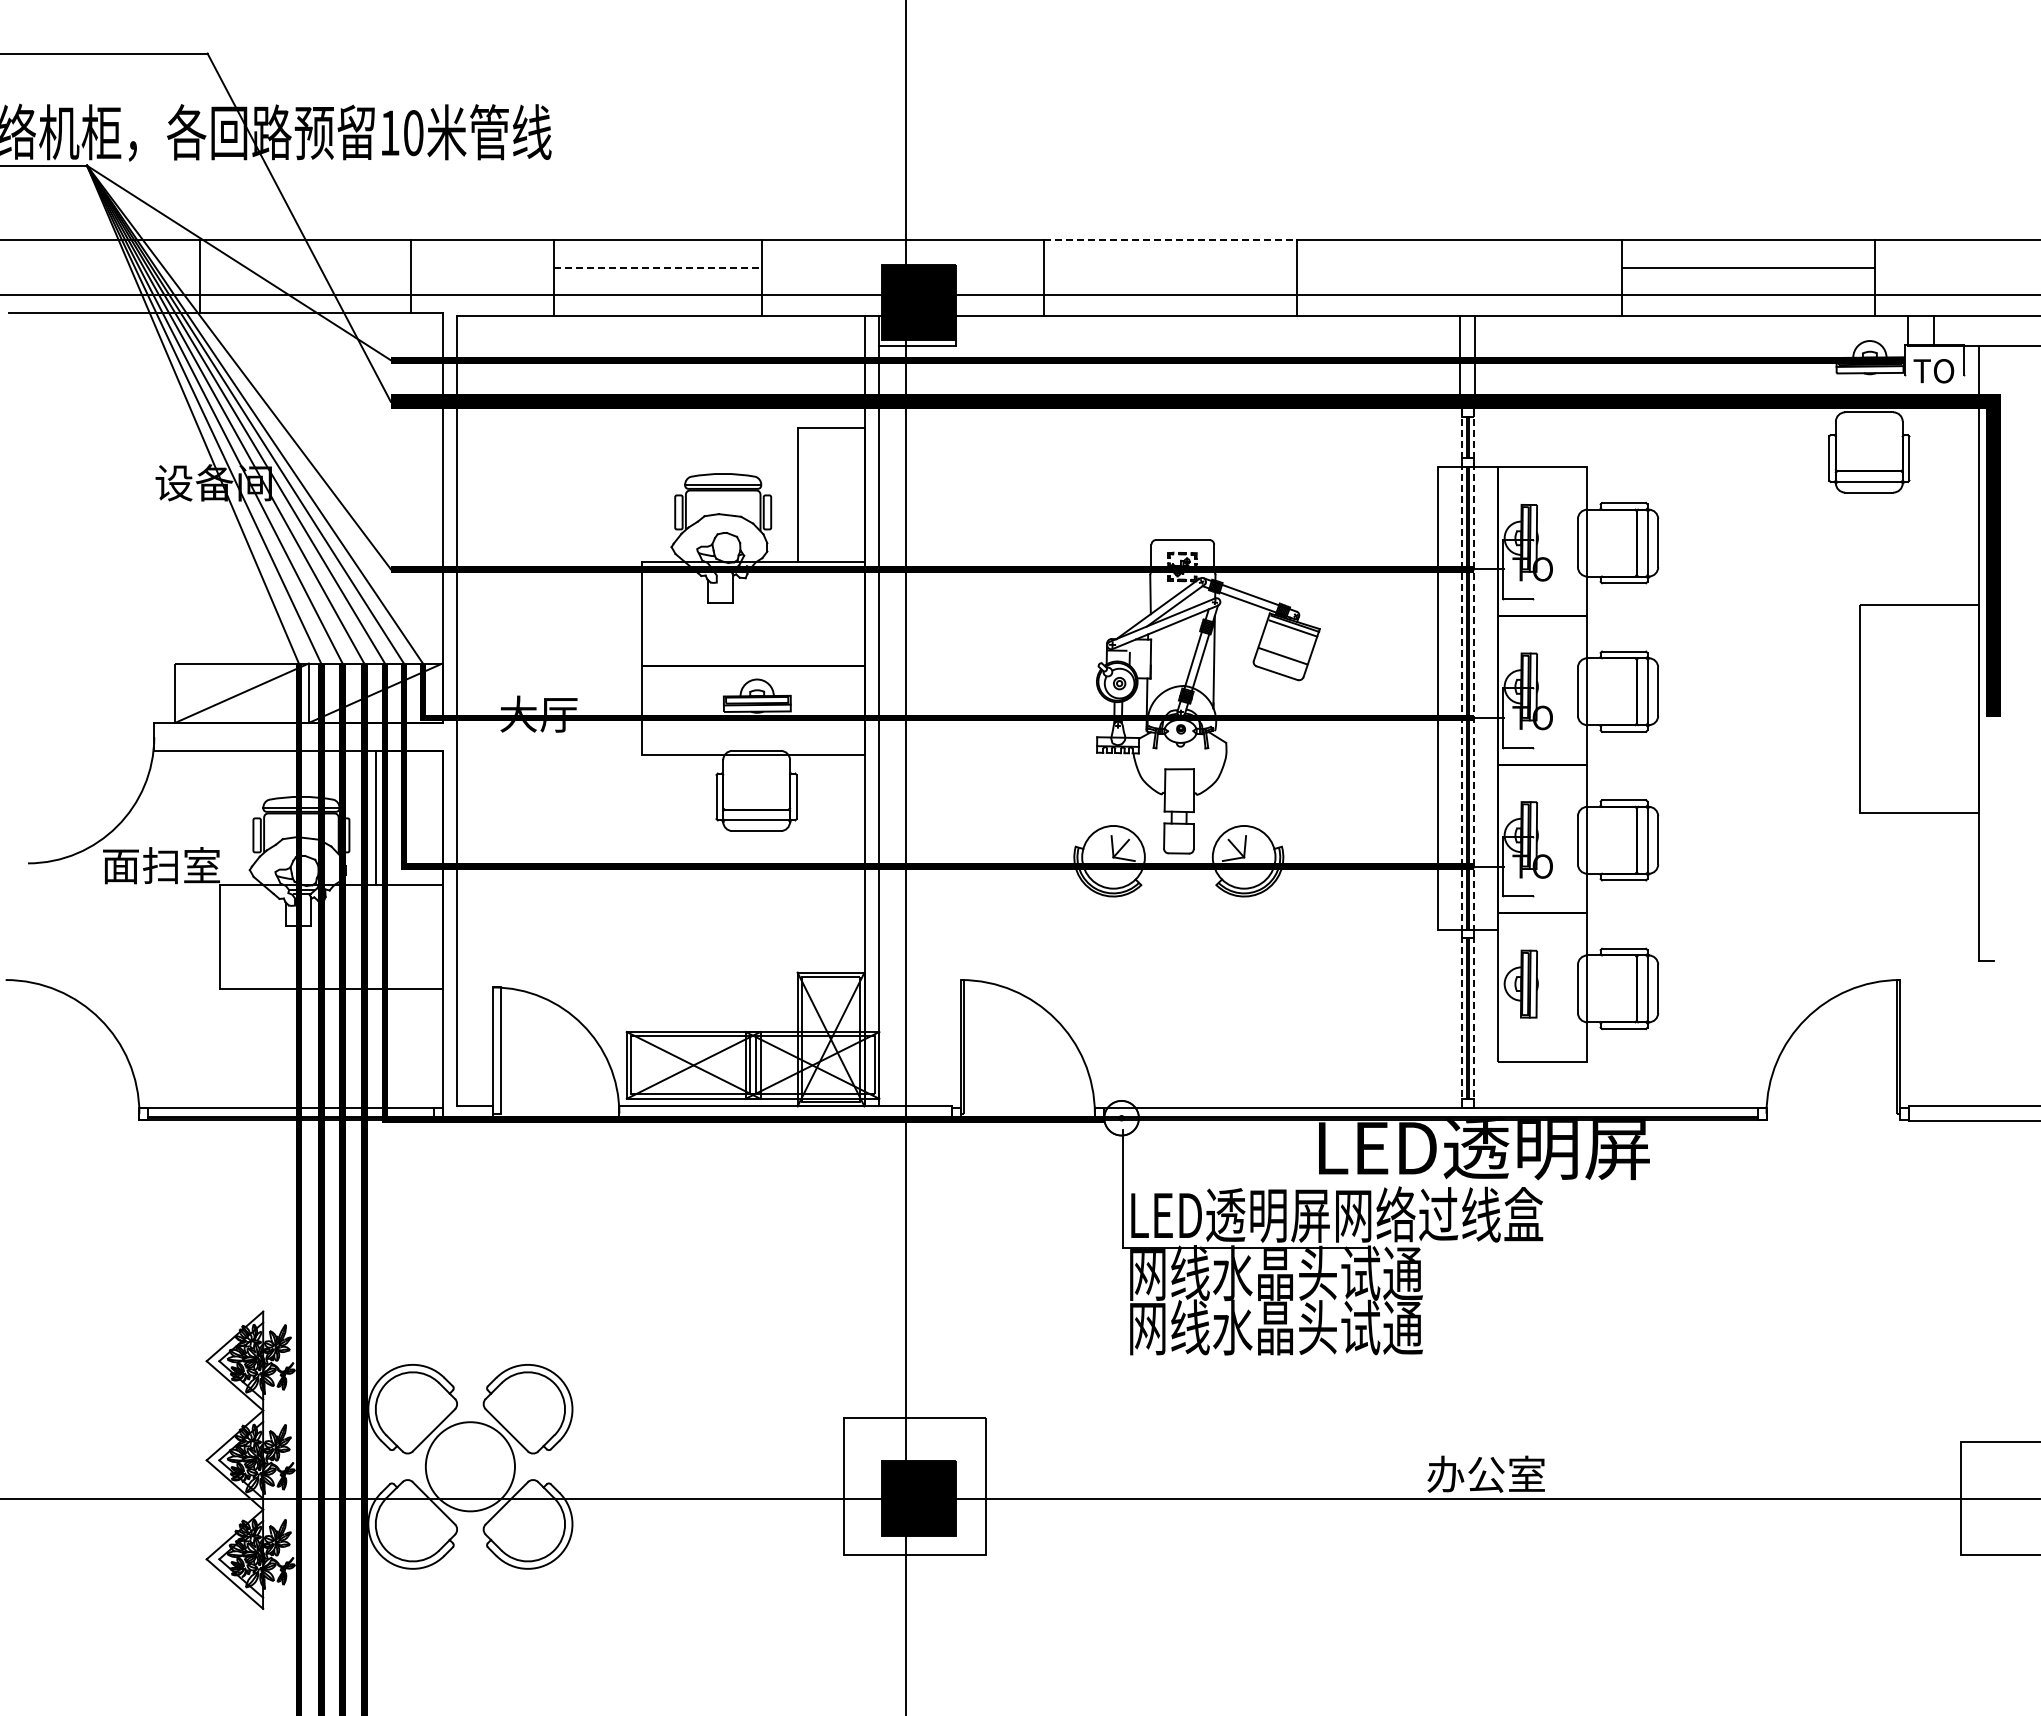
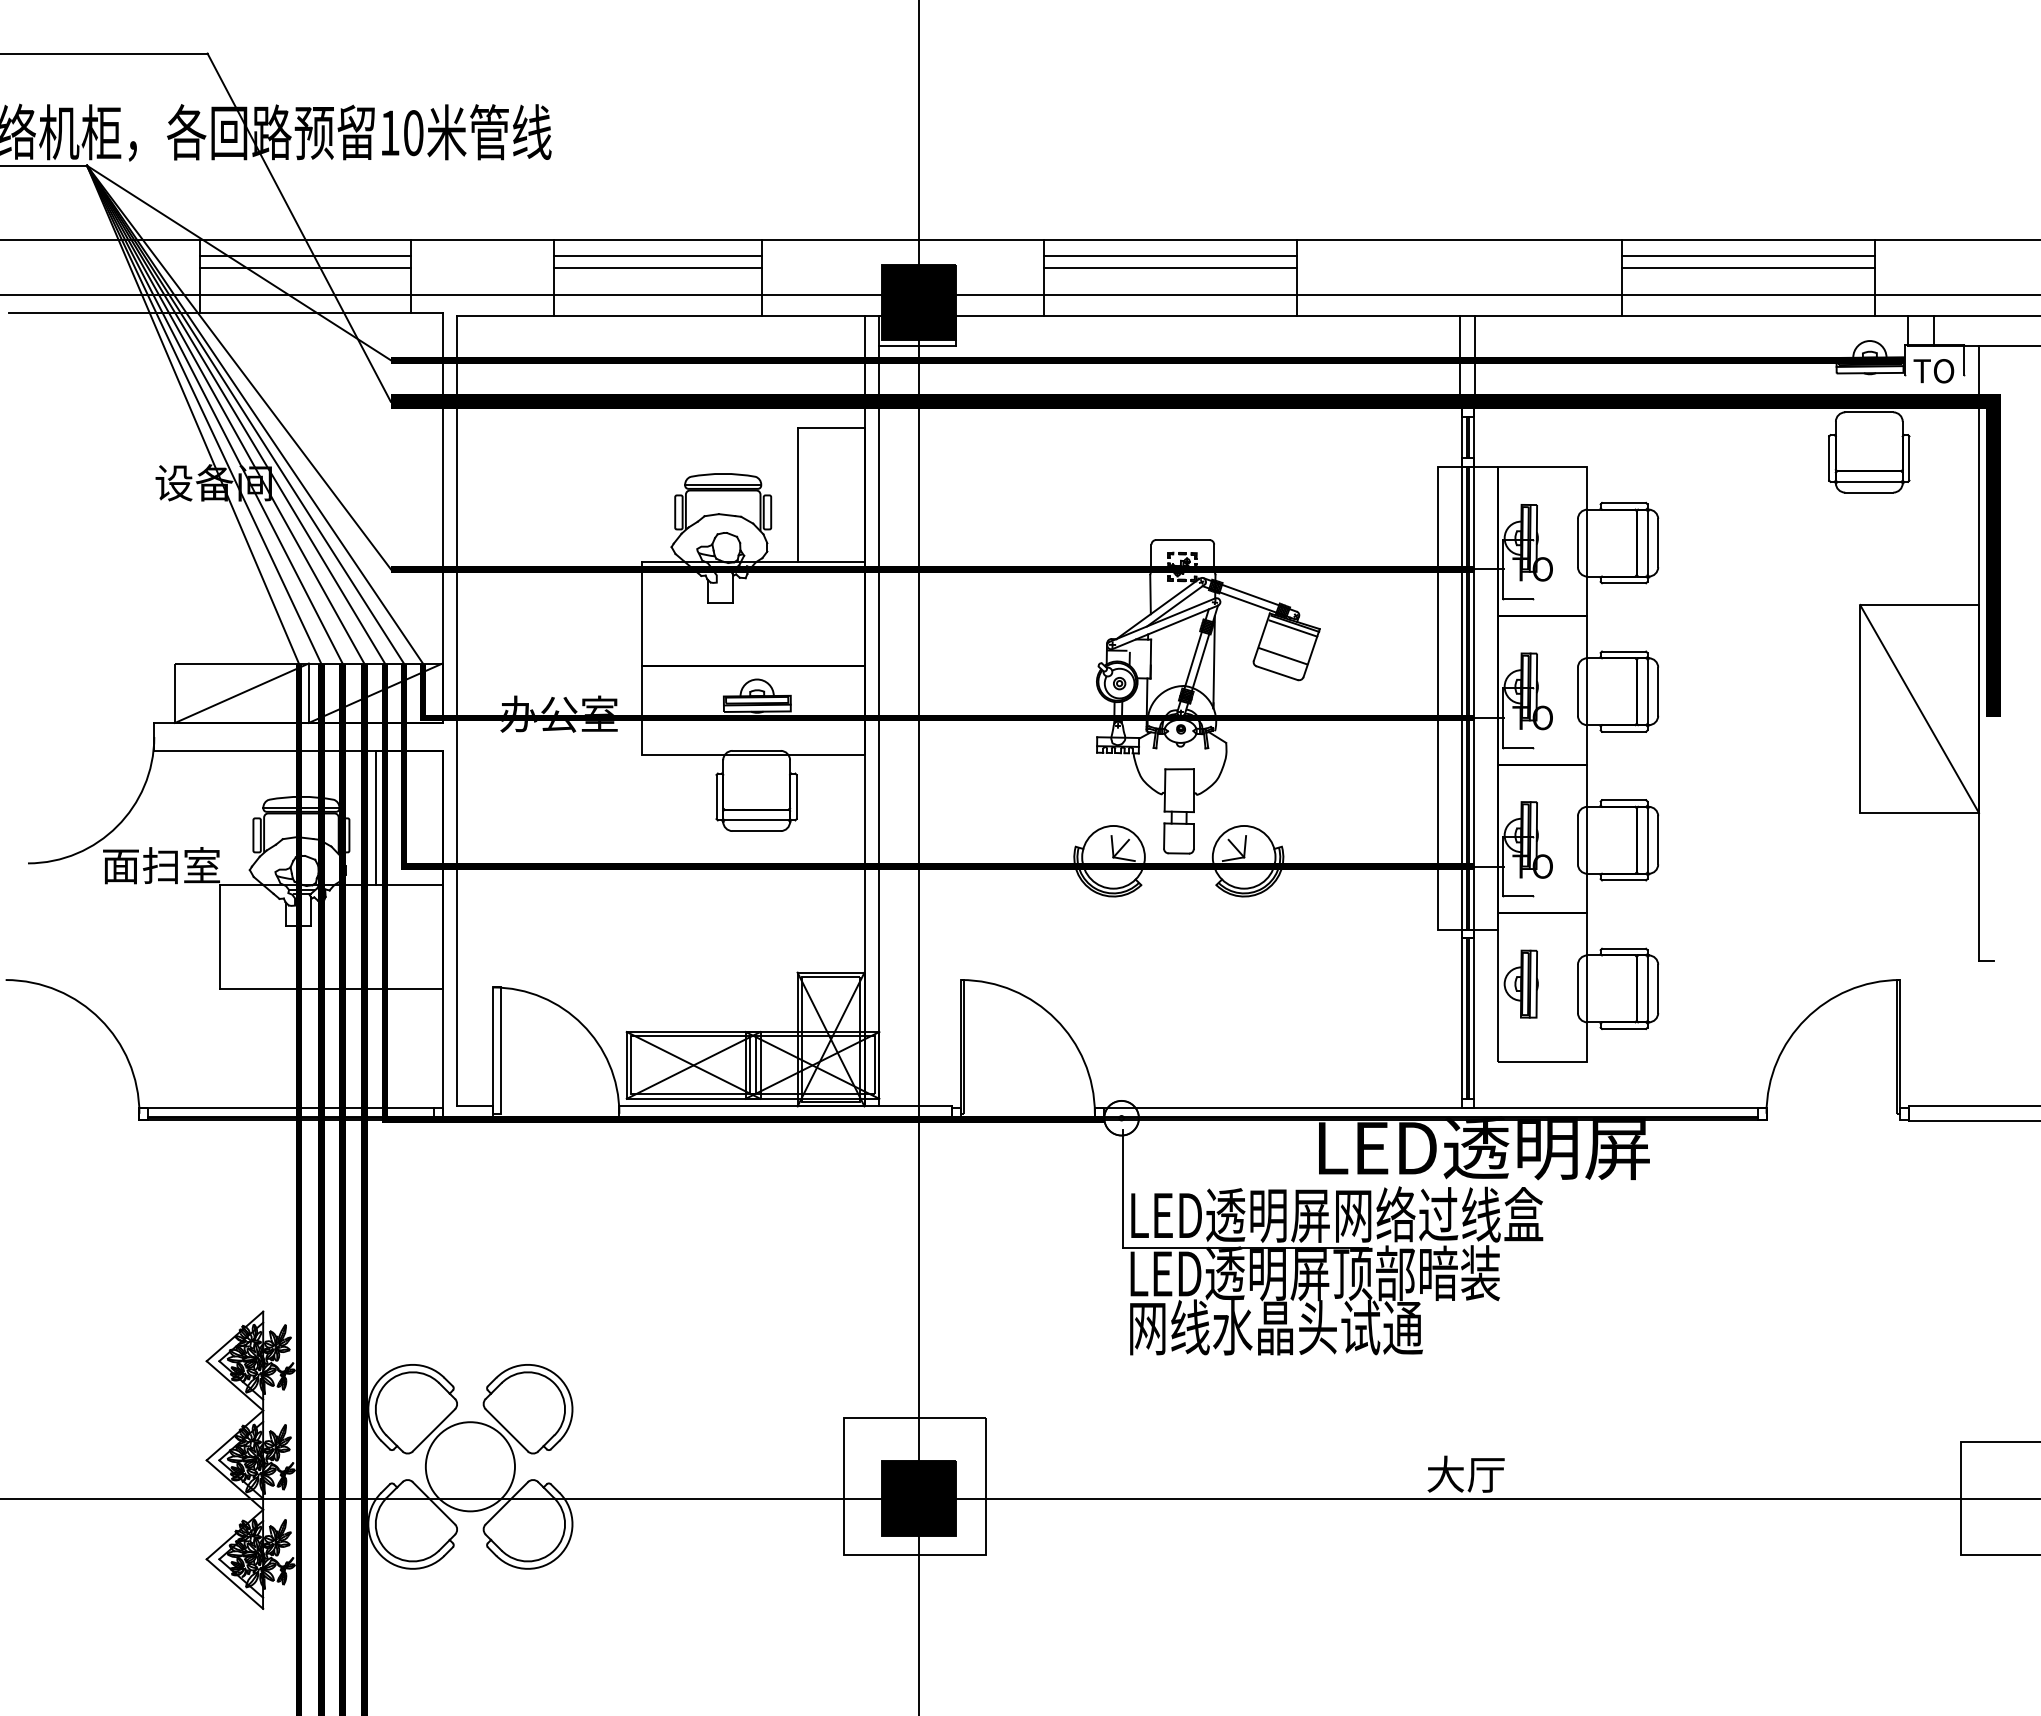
line at (1171, 240): dashed -> solid
line at (305, 256): none -> present
line at (658, 256): none -> present
line at (1170, 256): none -> present
line at (1748, 256): none -> present
line at (305, 268): none -> present
line at (658, 268): dashed -> solid
line at (1170, 268): none -> present
line at (1919, 708): none -> present
text at (558, 713): 大厅 -> 办公室
line at (1461, 753): dashed -> solid
line at (1473, 753): dashed -> solid
line at (905, 857) position: (905, 857) -> (918, 857)
text at (1315, 1273): 网线水晶头试通 -> LED透明屏顶部暗装
text at (1485, 1473): 办公室 -> 大厅
